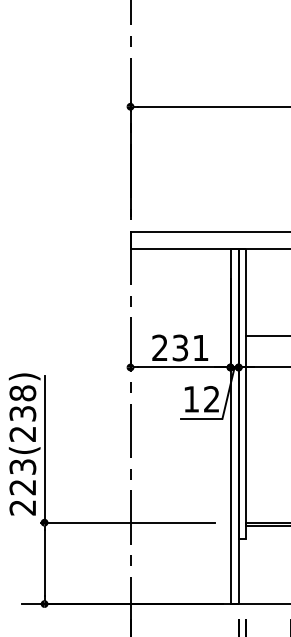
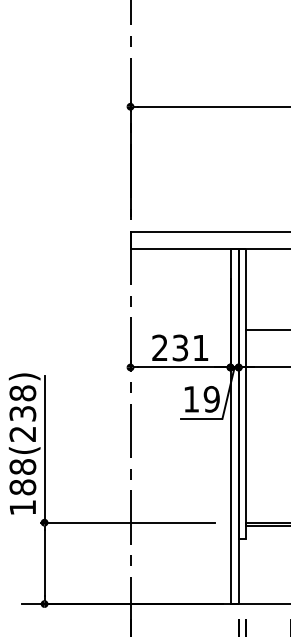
line at (266, 335) position: (266, 335) -> (266, 329)
text at (211, 399): 12 -> 19
text at (22, 487): 223(238) -> 188(238)
